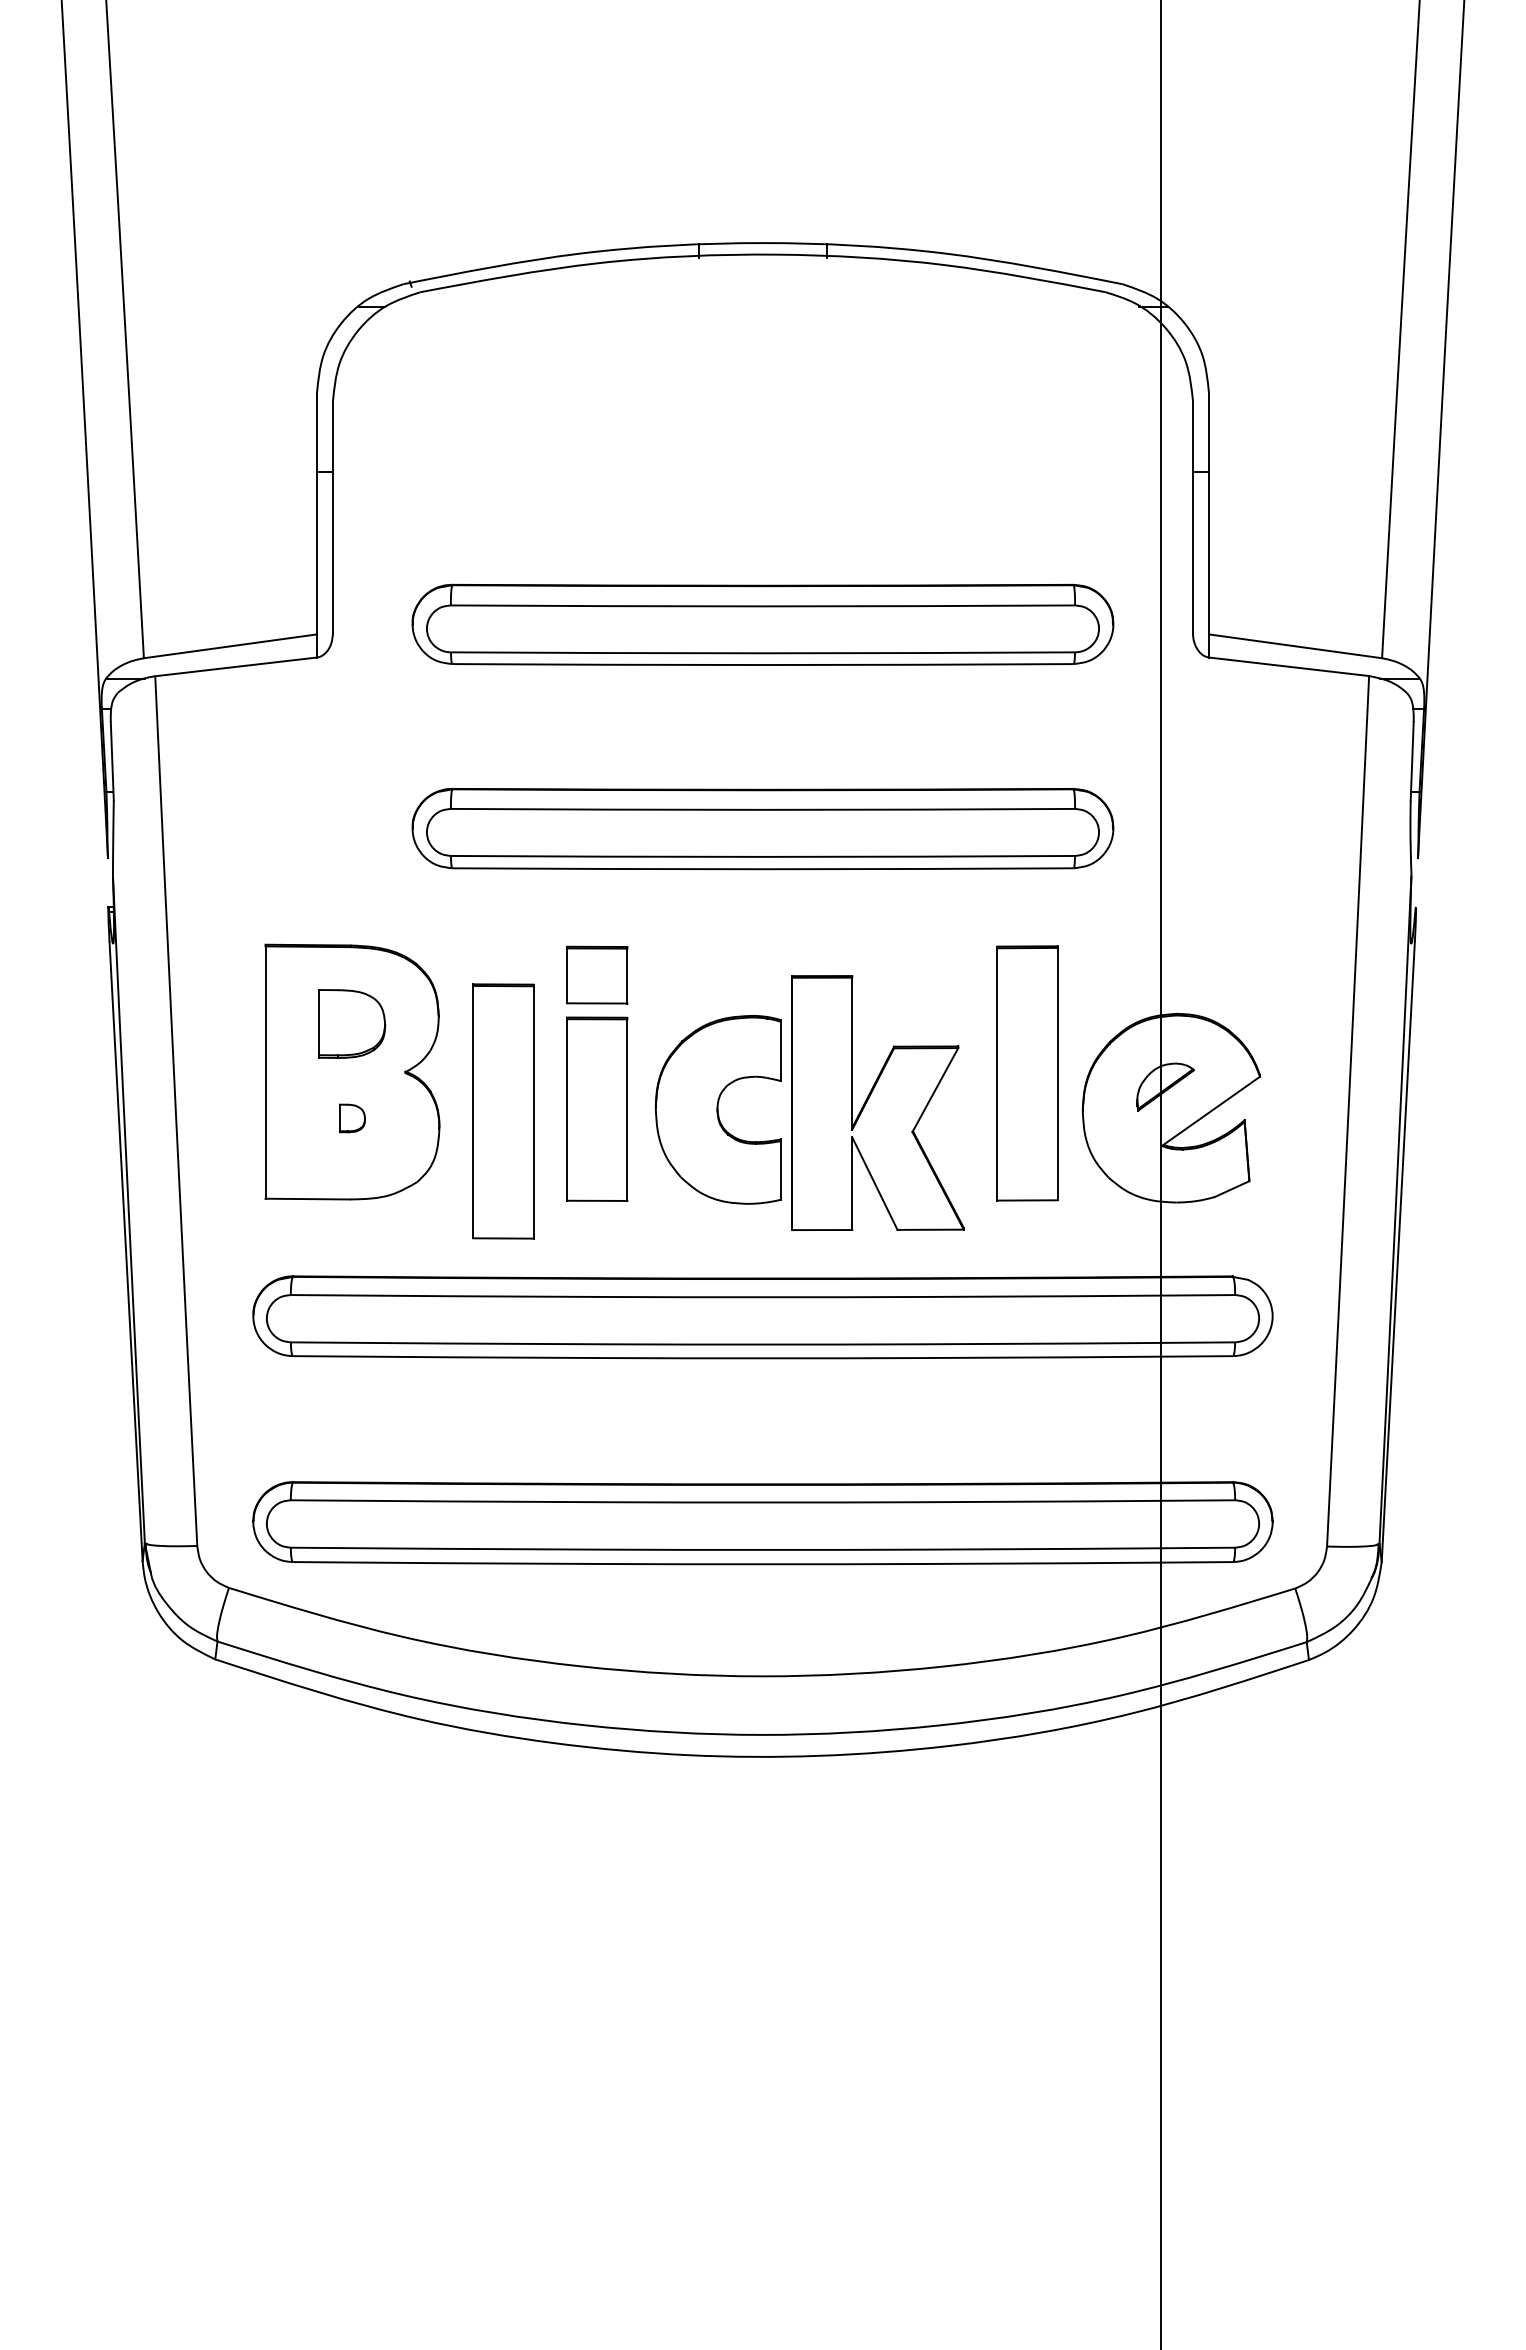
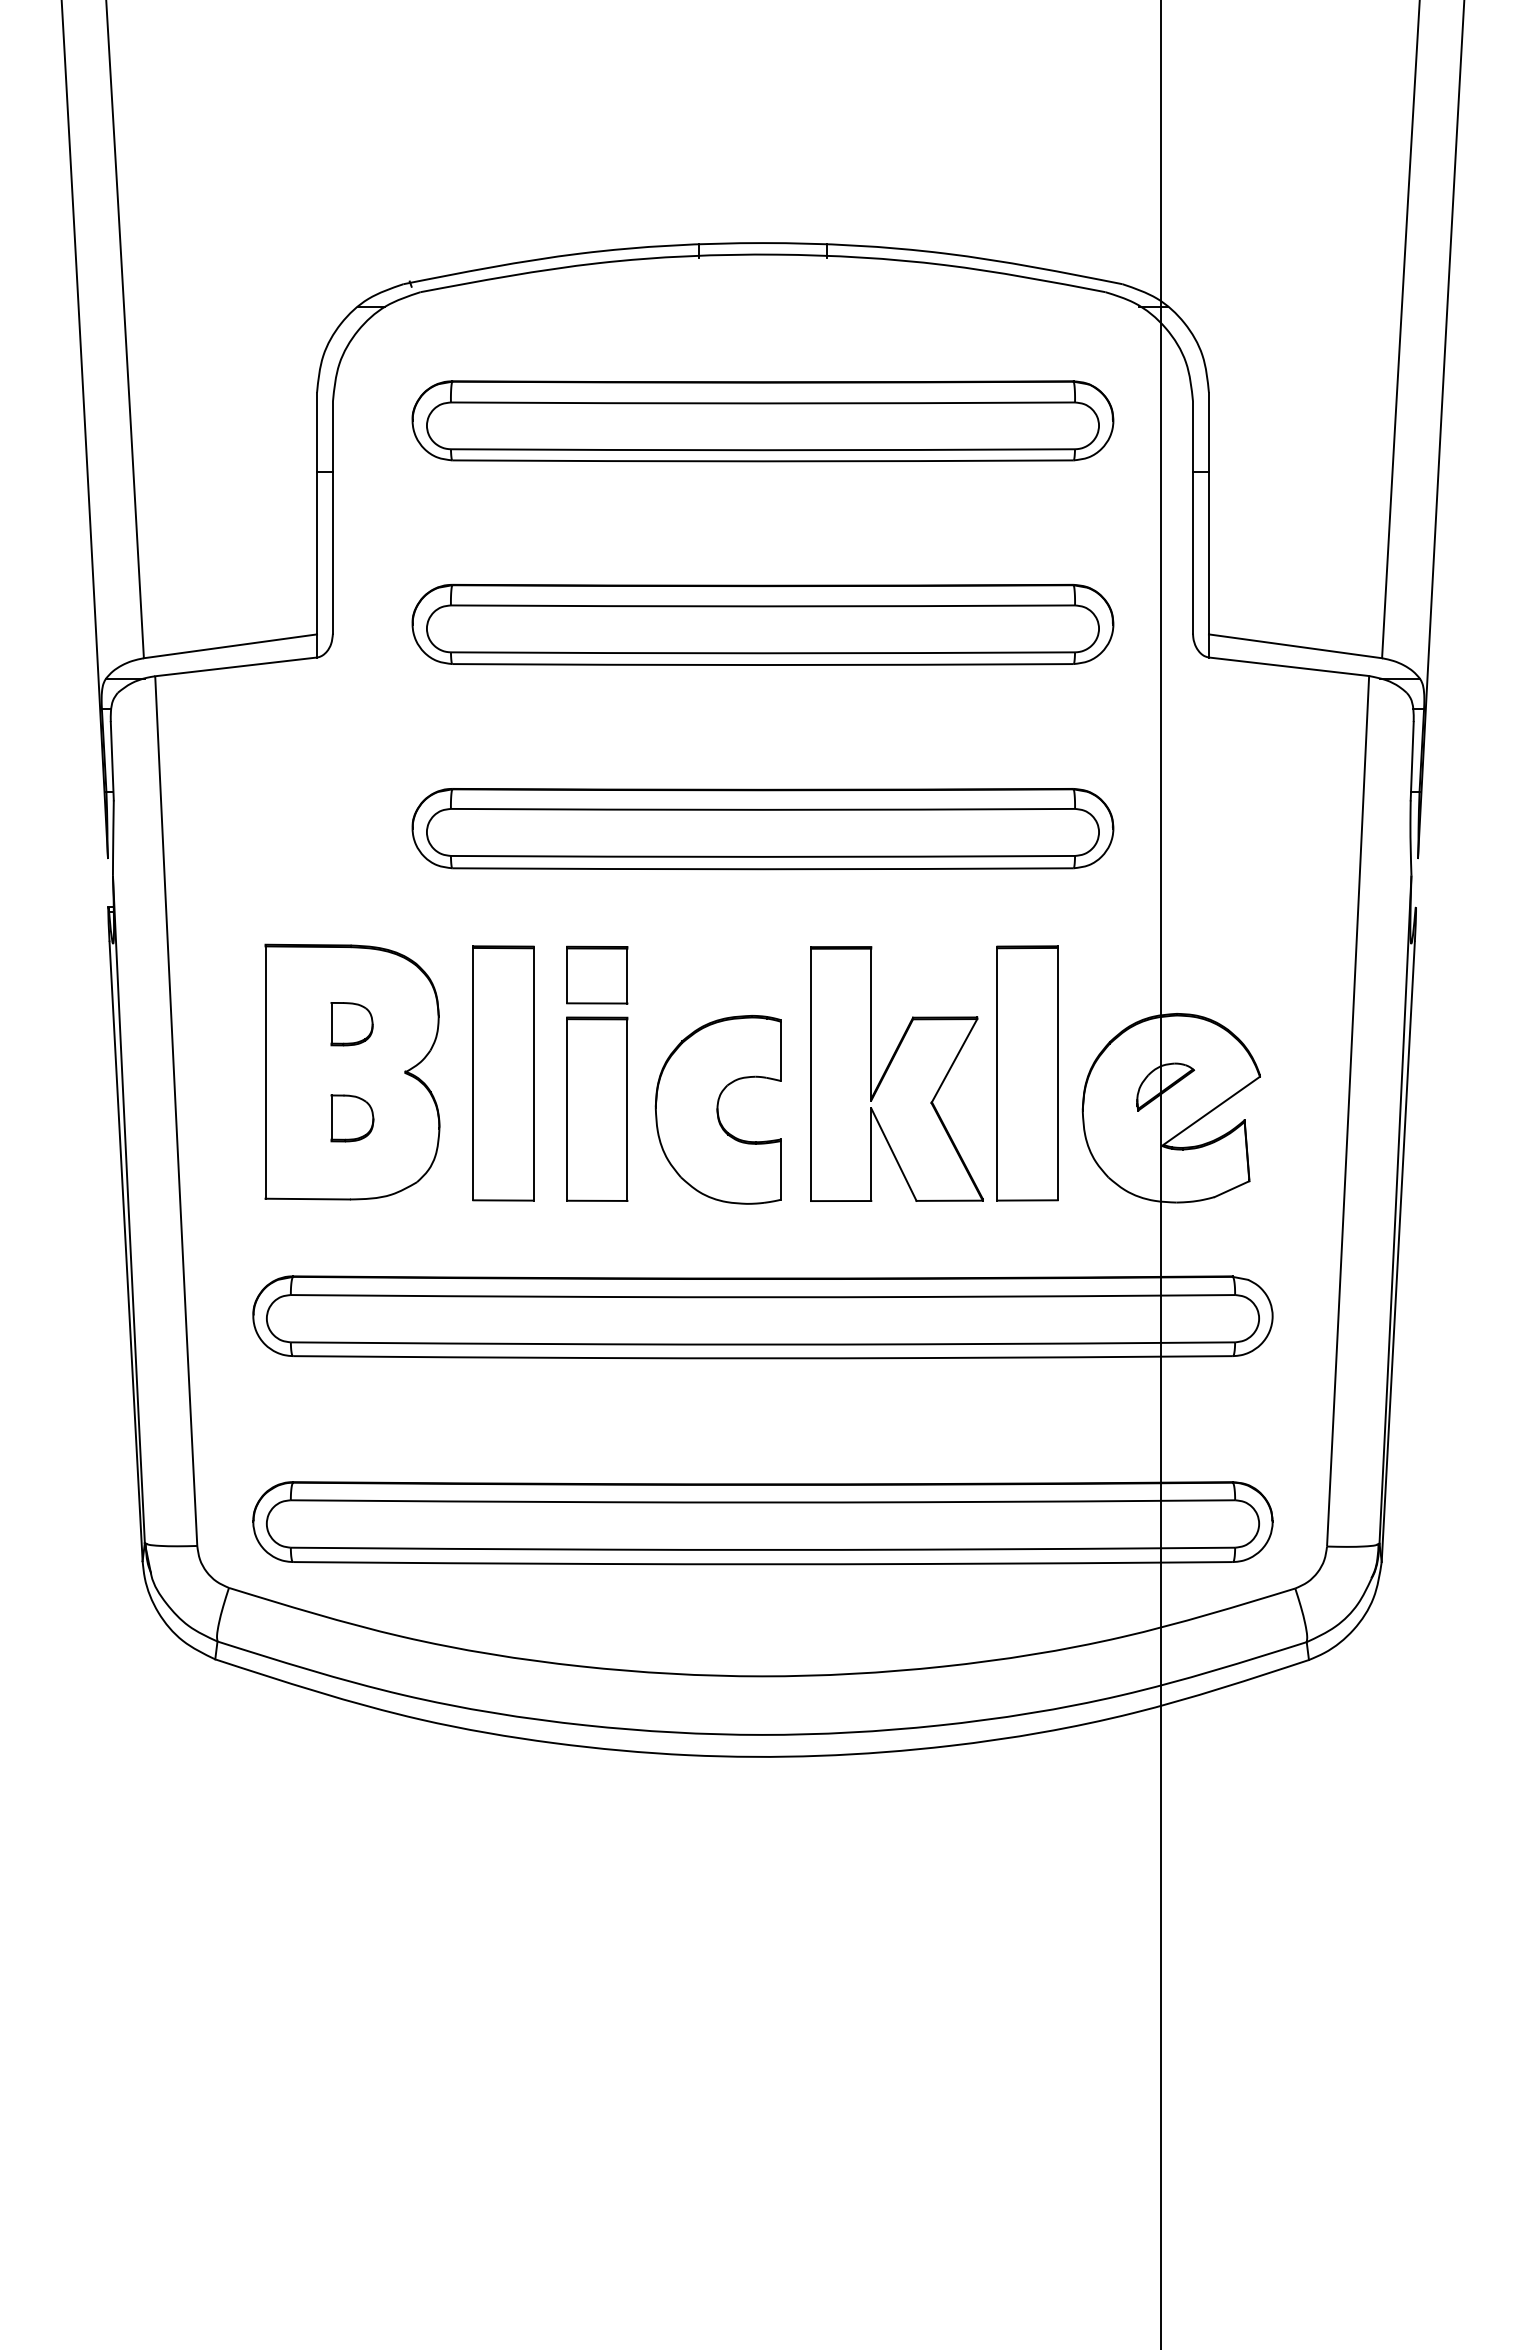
part at (762, 421): none -> present
part at (352, 1023) size: 69x70 px -> 44x45 px
part at (877, 1102) position: (877, 1102) -> (896, 1073)
part at (503, 1111) position: (503, 1111) -> (503, 1073)
part at (352, 1118) size: 27x31 px -> 45x49 px
